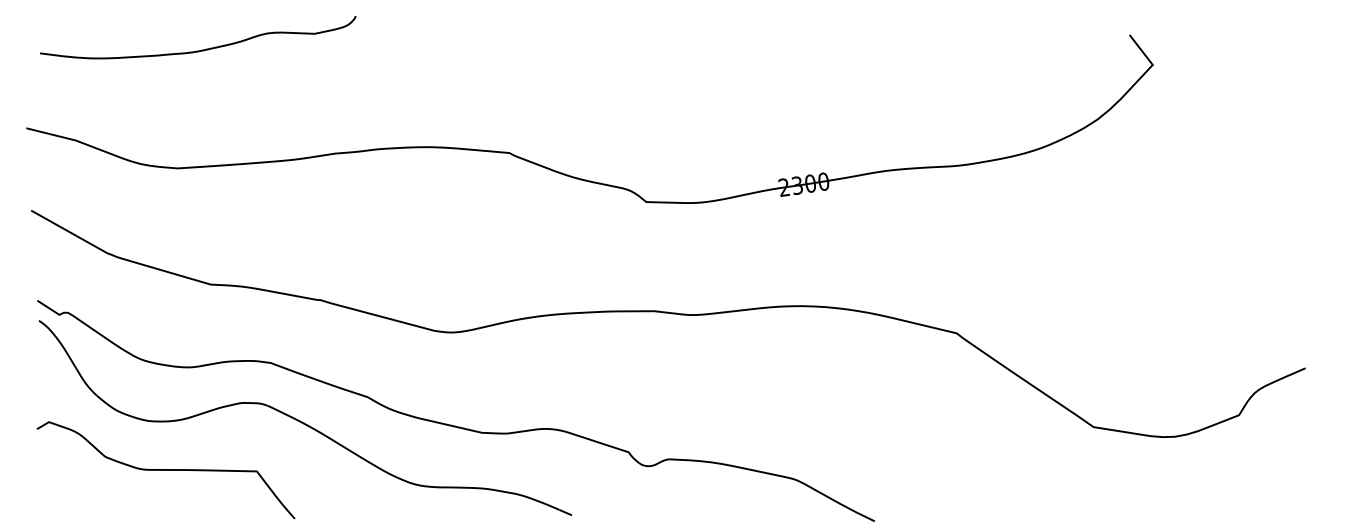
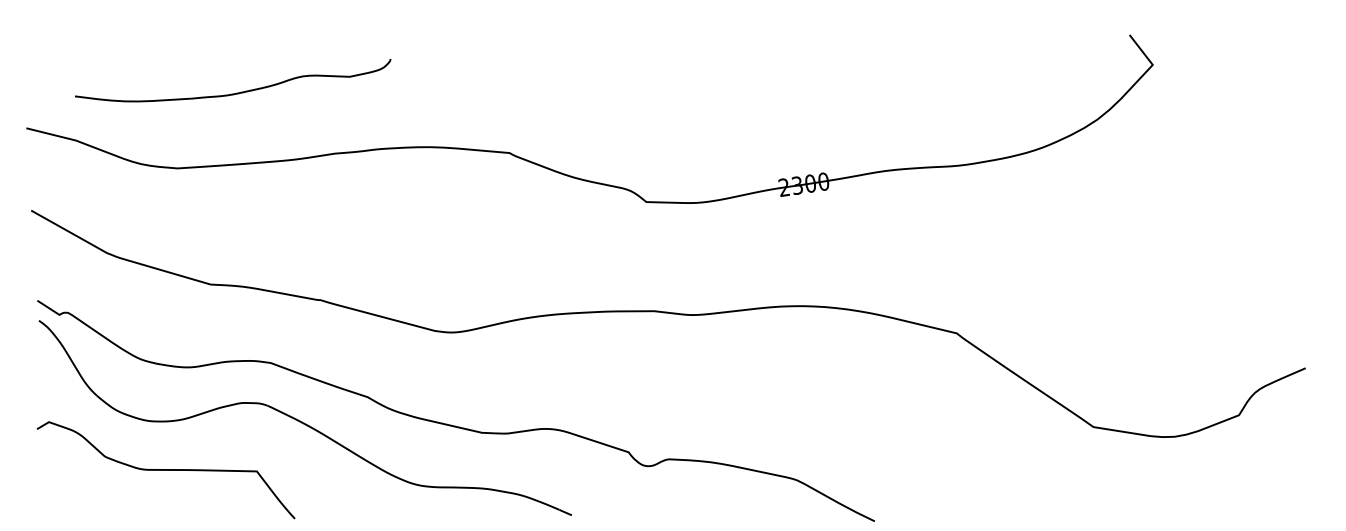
curve at (201, 49) position: (201, 49) -> (236, 92)
